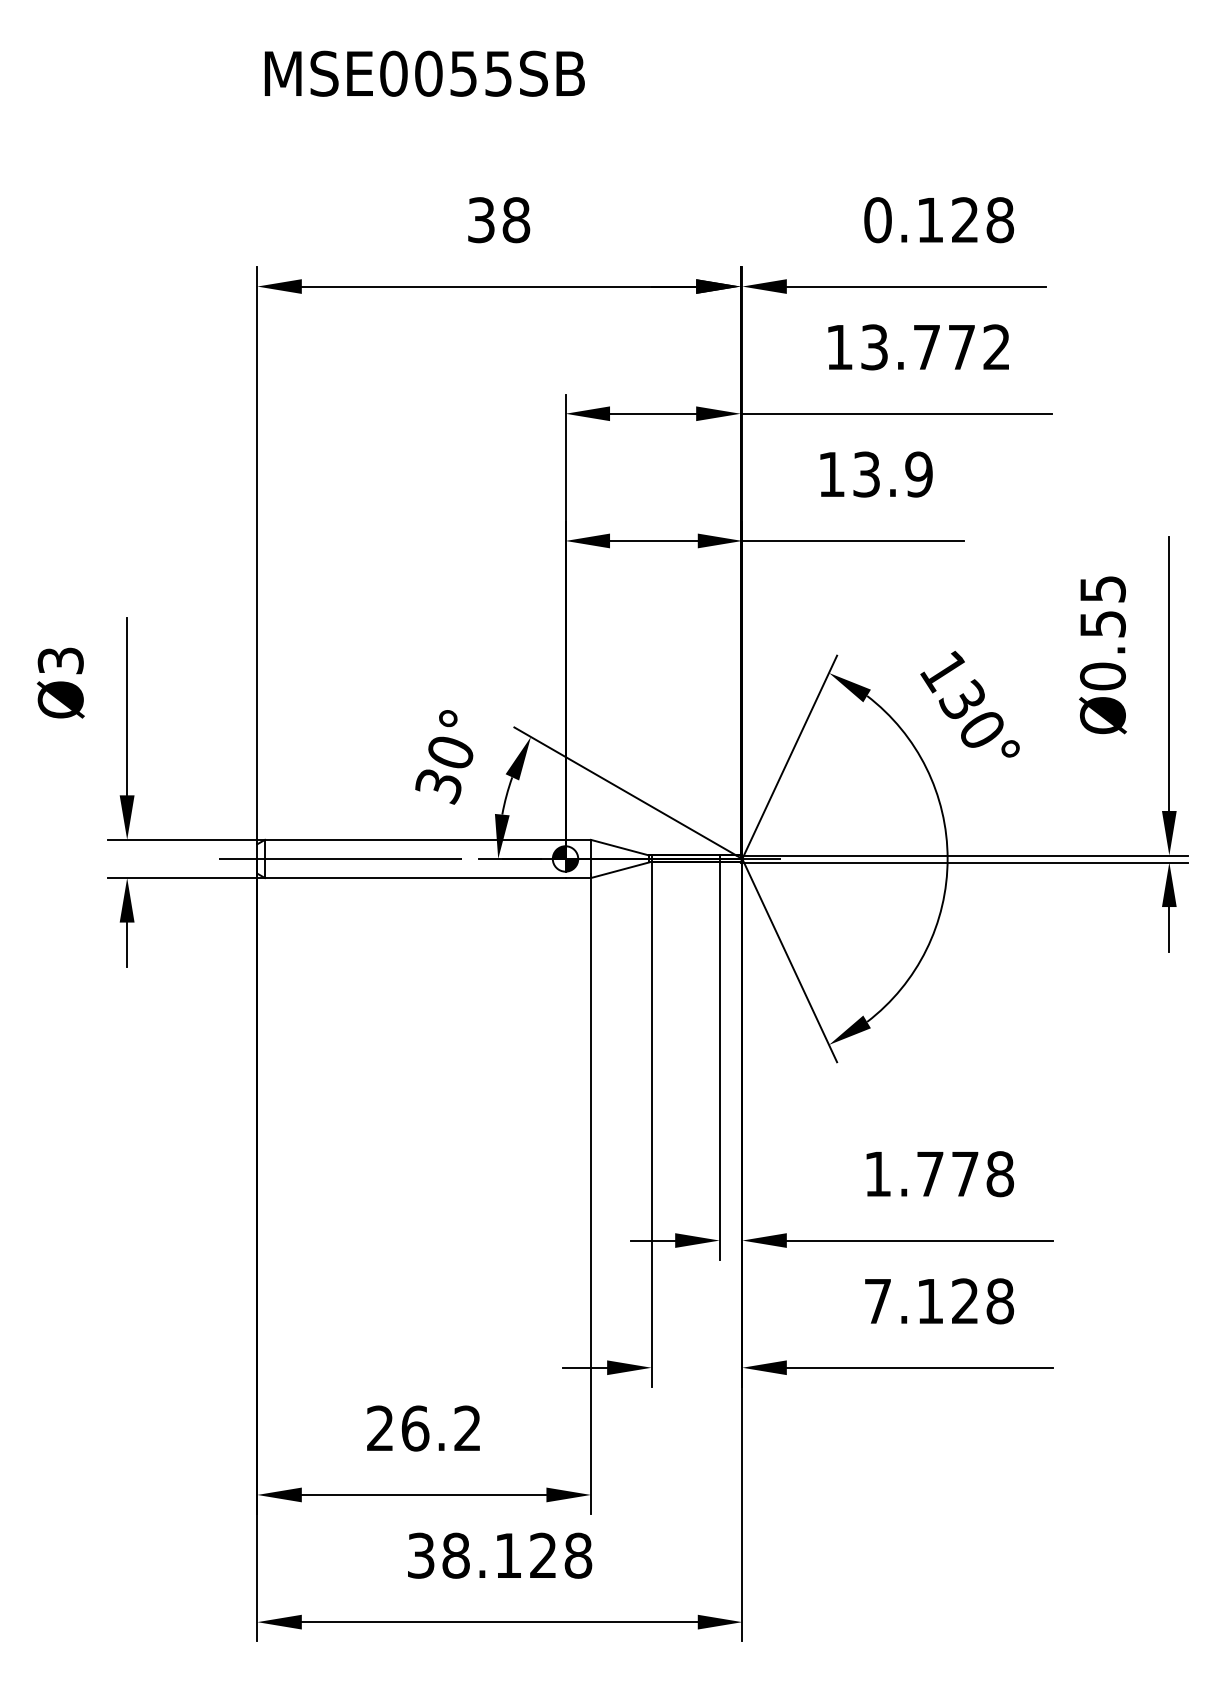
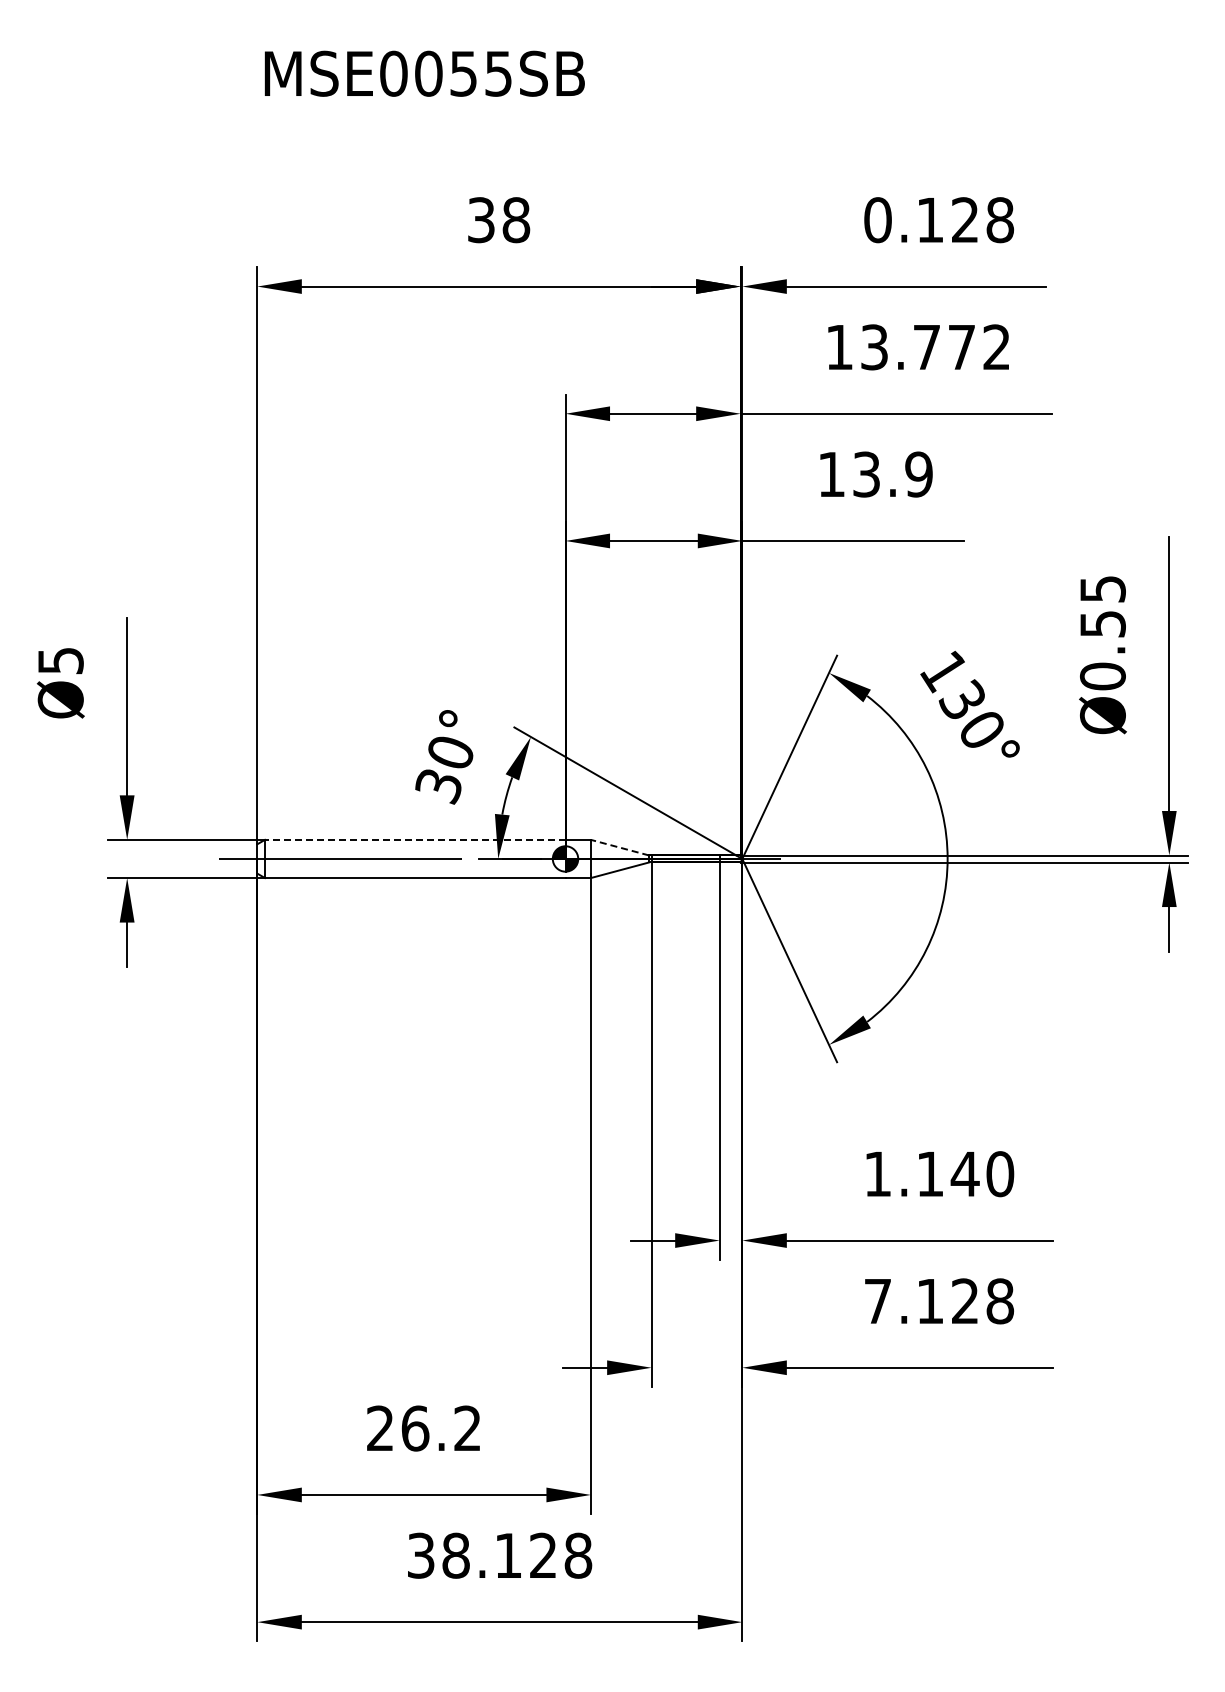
text at (60, 660): Ø3 -> Ø5
line at (414, 839): solid -> dashed
line at (619, 847): solid -> dashed
text at (965, 1173): 1.778 -> 1.140
